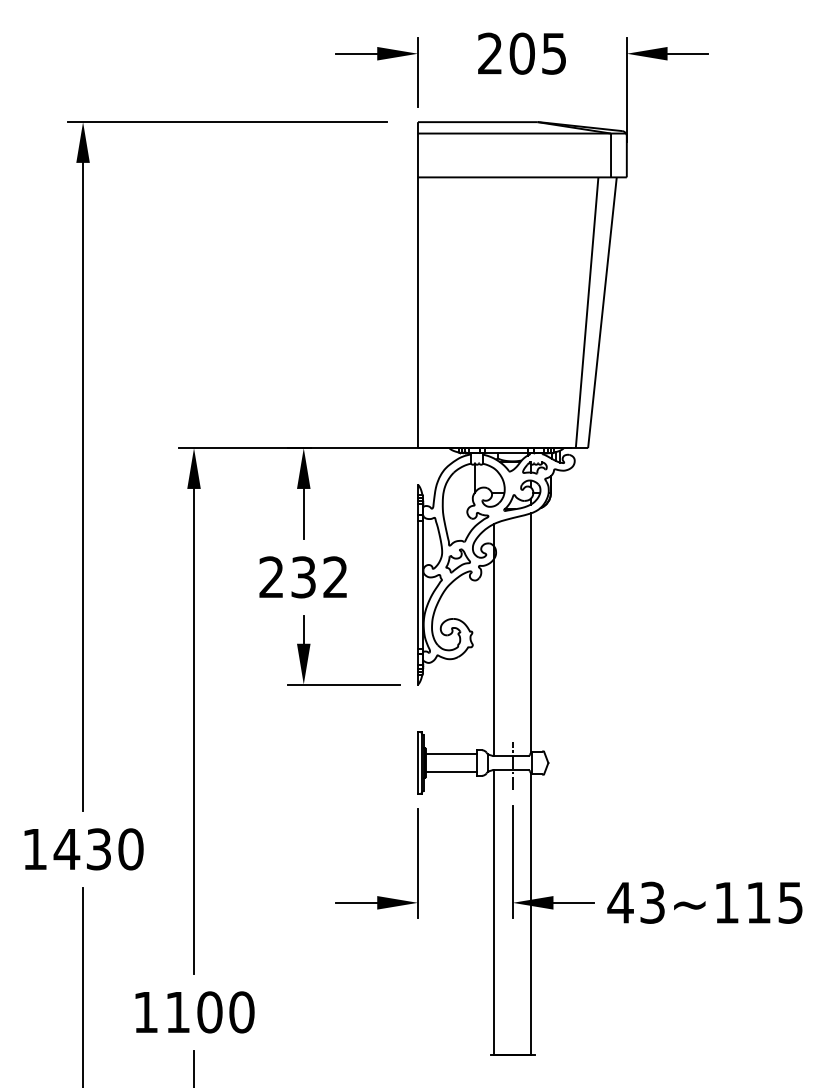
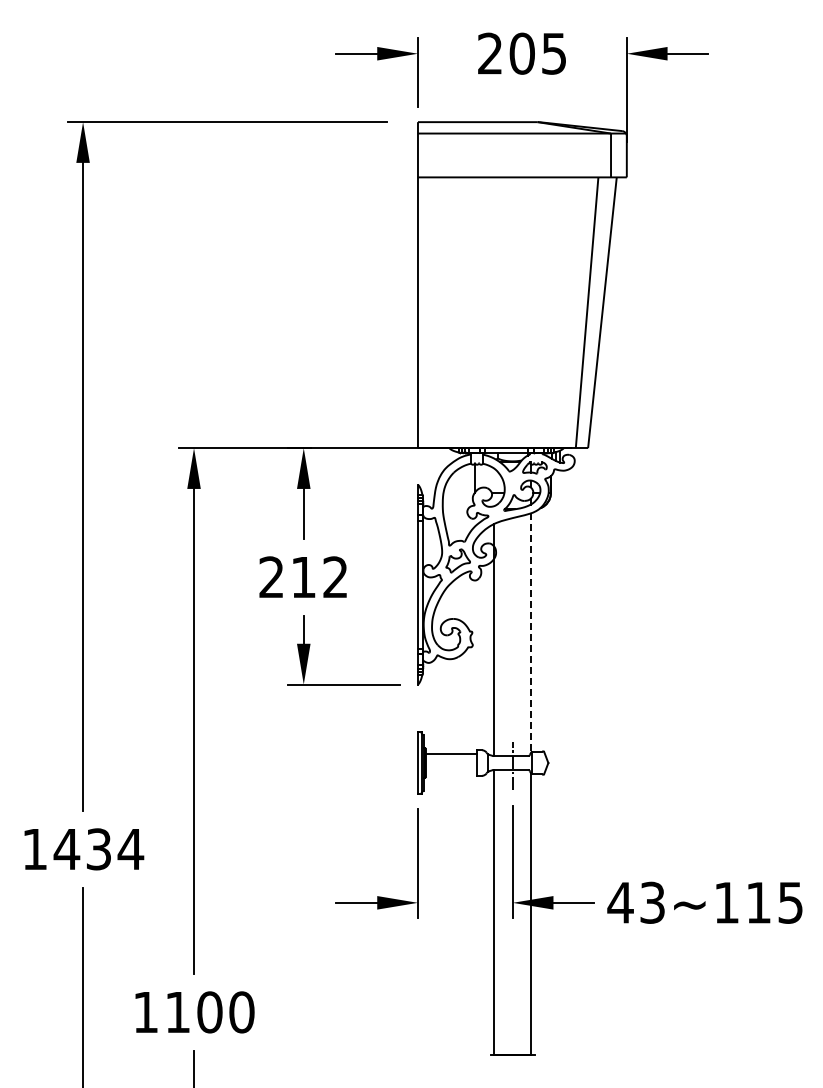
text at (303, 577): 232 -> 212
line at (531, 633): solid -> dashed
line at (451, 772): present -> none
text at (130, 849): 1430 -> 1434
